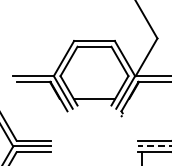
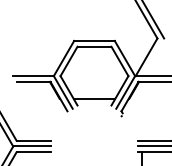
line at (153, 20): none -> present
line at (154, 146): dashed -> solid
